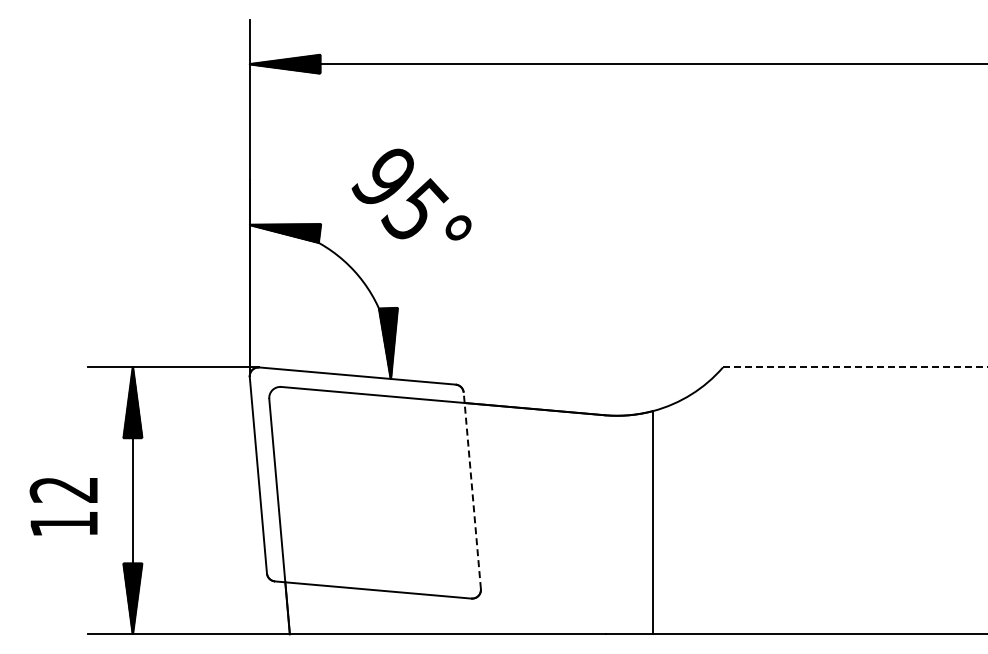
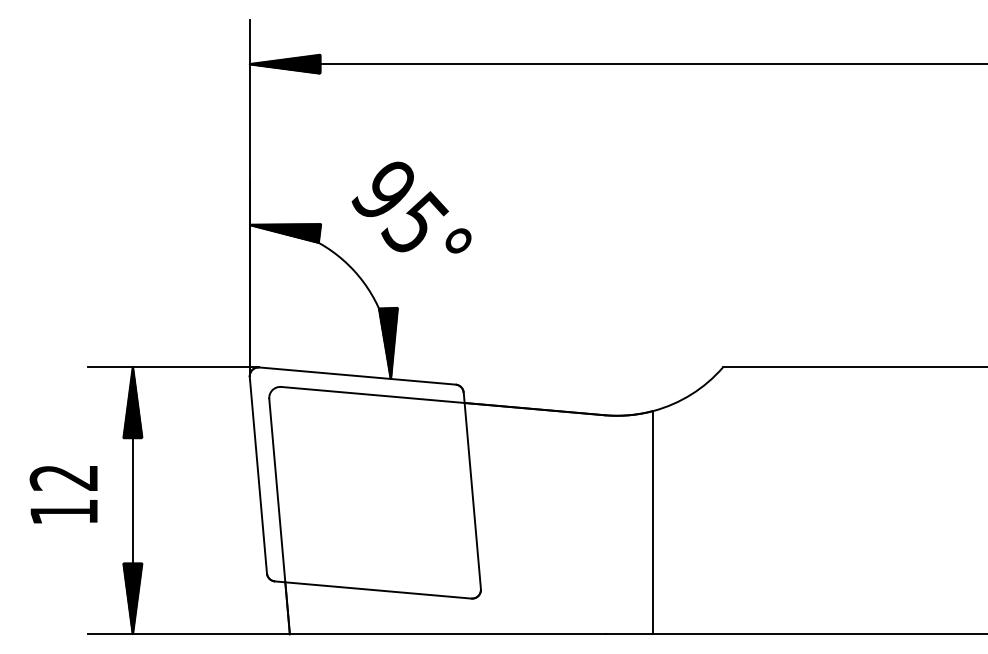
text at (411, 194) position: (411, 194) -> (411, 207)
line at (855, 367): dashed -> solid
line at (472, 490): dashed -> solid
text at (63, 506) position: (63, 506) -> (63, 494)
